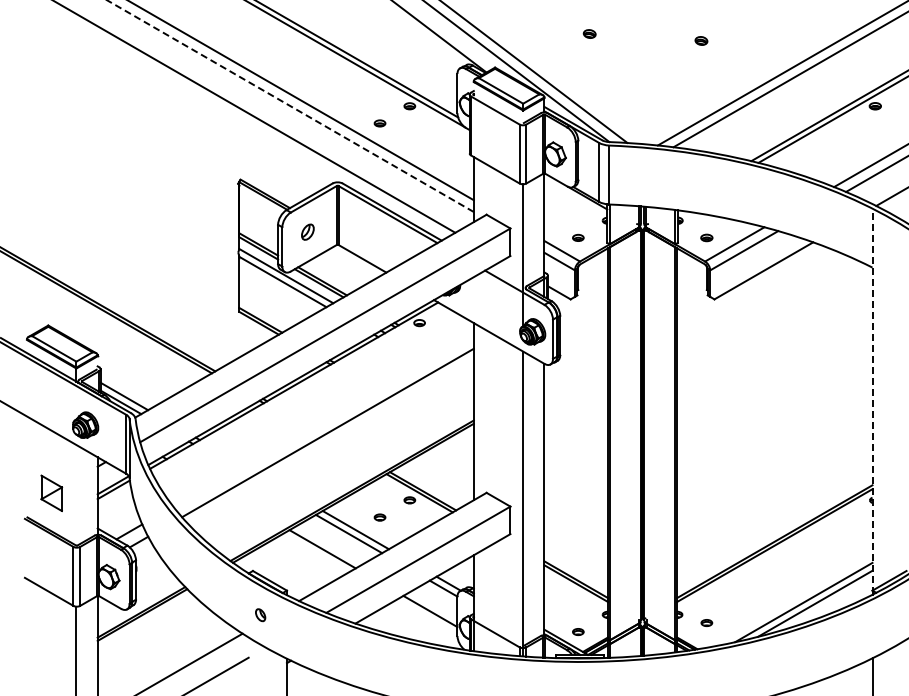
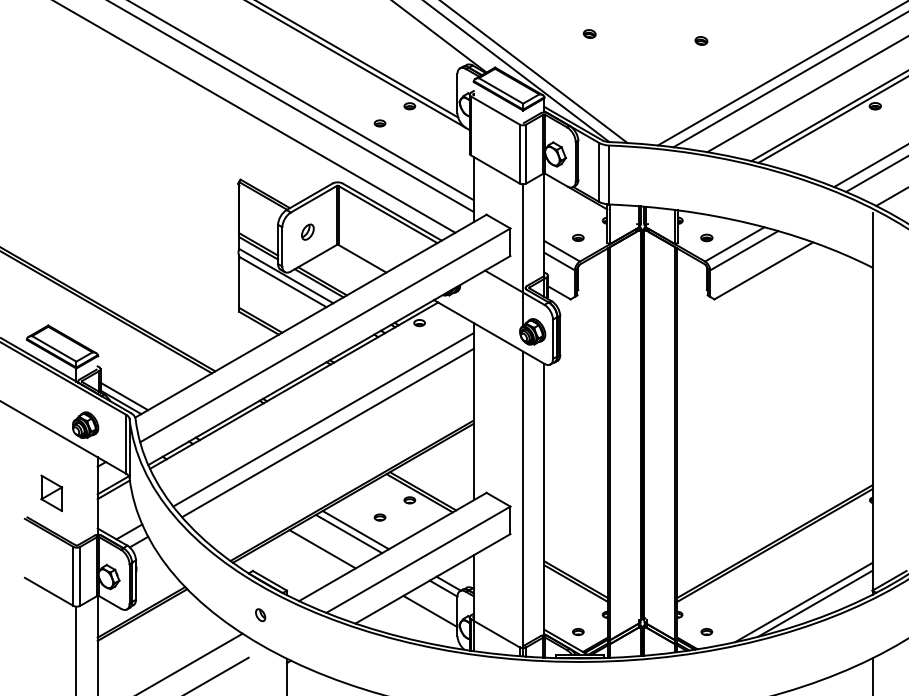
line at (806, 94): none -> present
line at (290, 106): dashed -> solid
line at (872, 401): dashed -> solid
line at (323, 419): none -> present
part at (706, 622) position: (706, 622) -> (706, 631)
